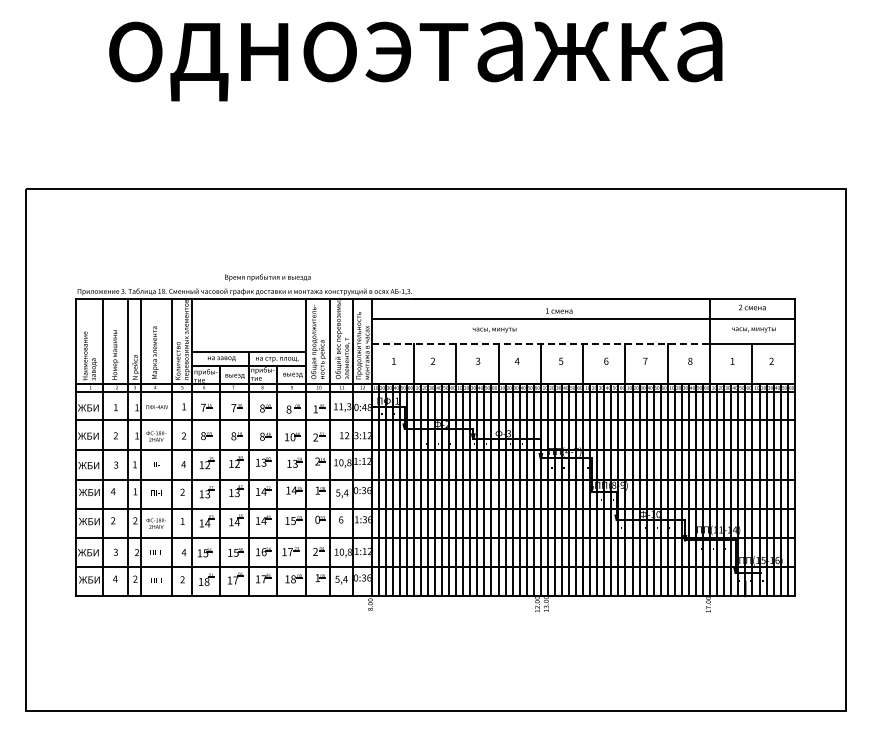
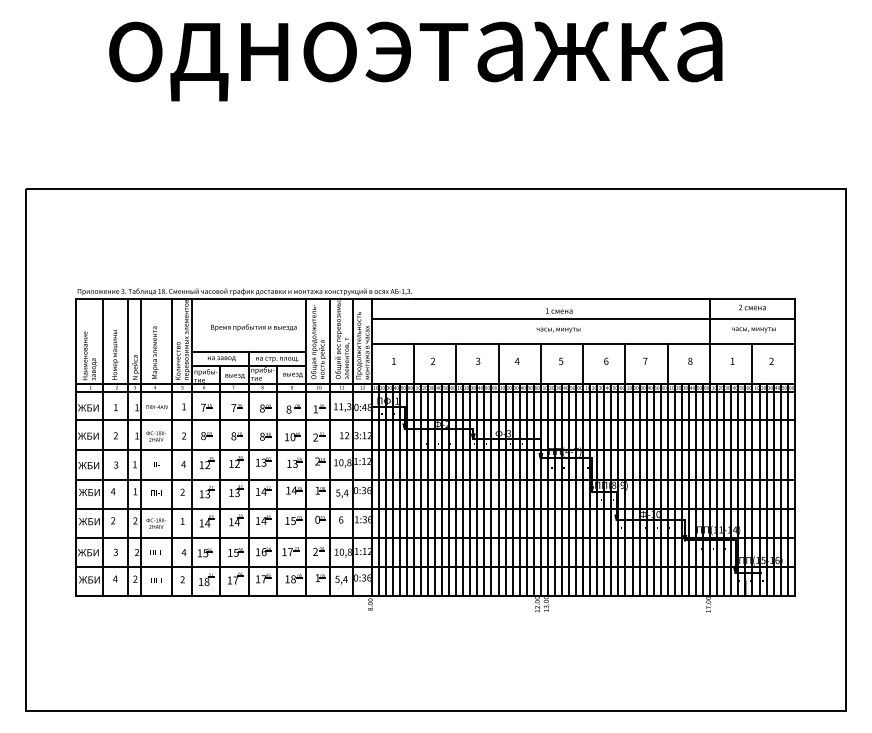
text at (267, 277) position: (267, 277) -> (253, 327)
text at (494, 329) position: (494, 329) -> (558, 329)
line at (541, 343): dashed -> solid
